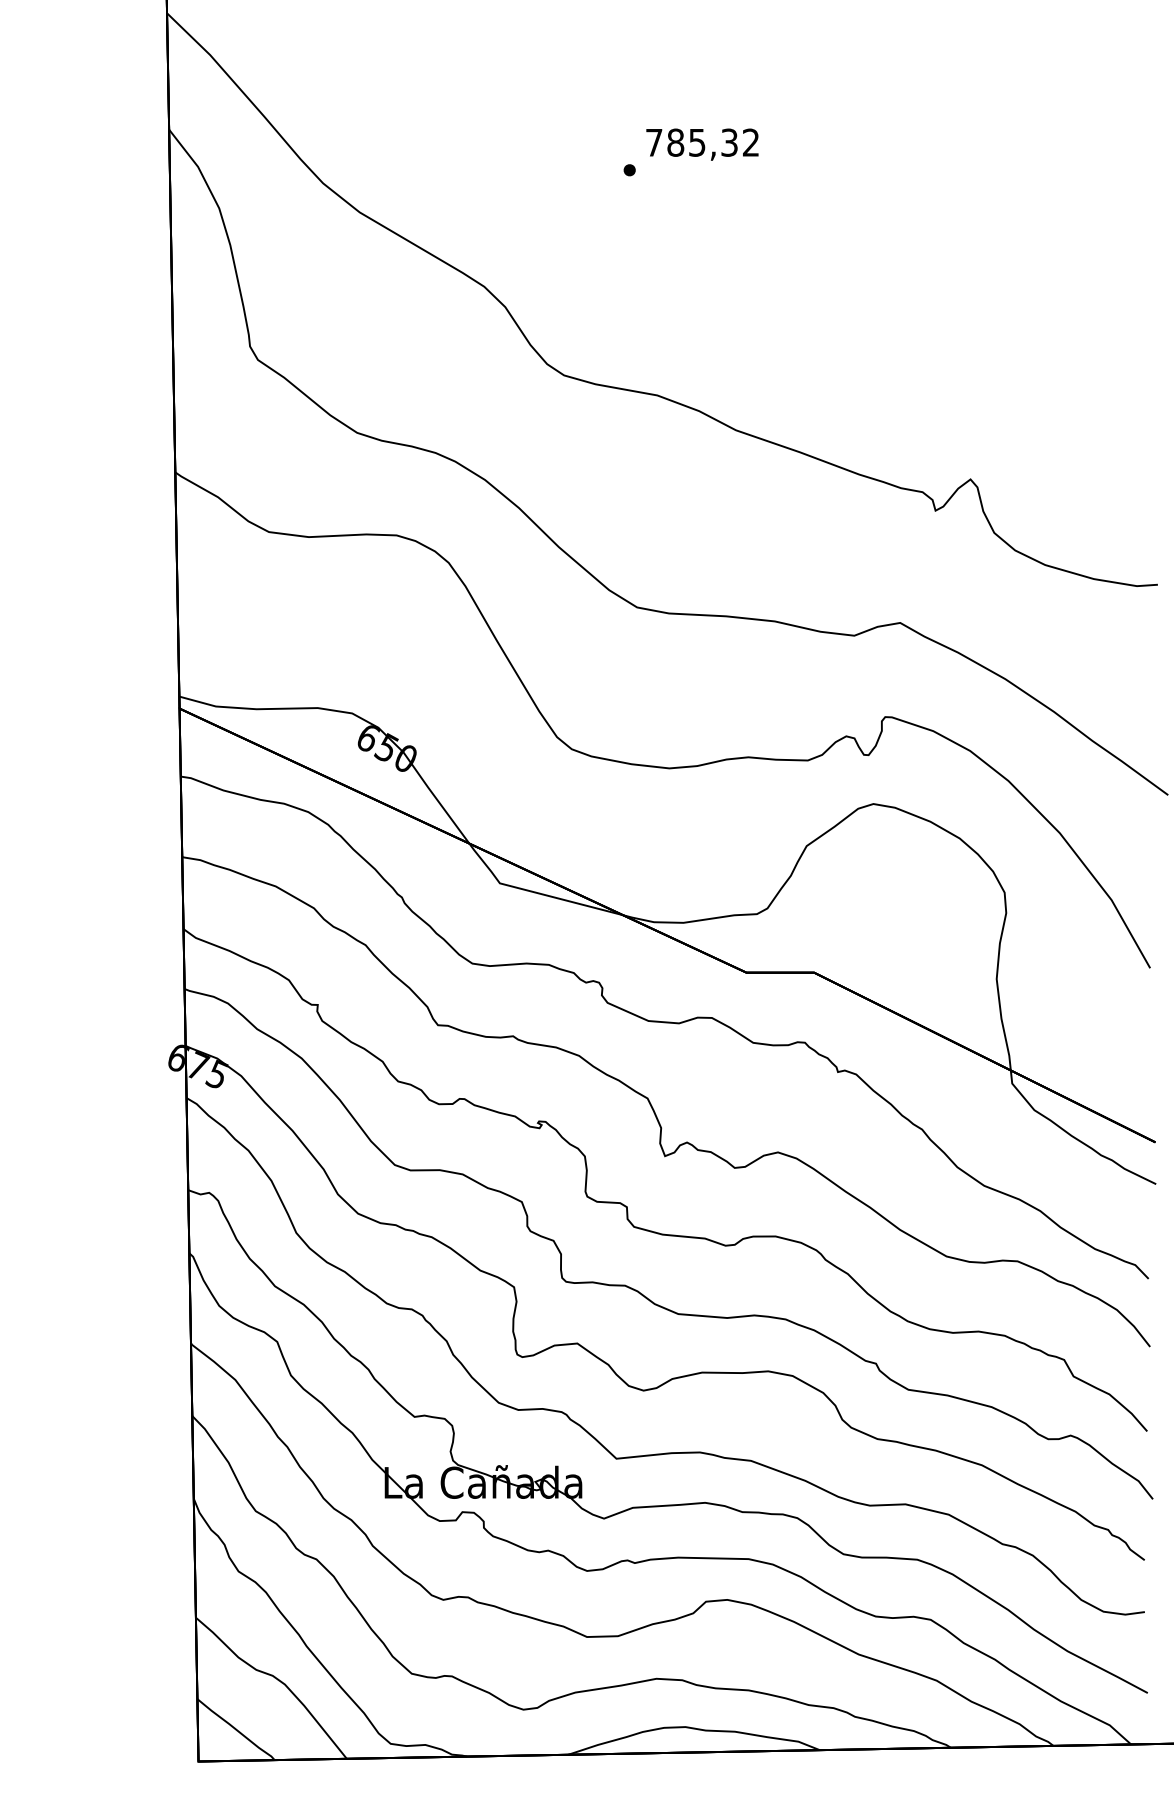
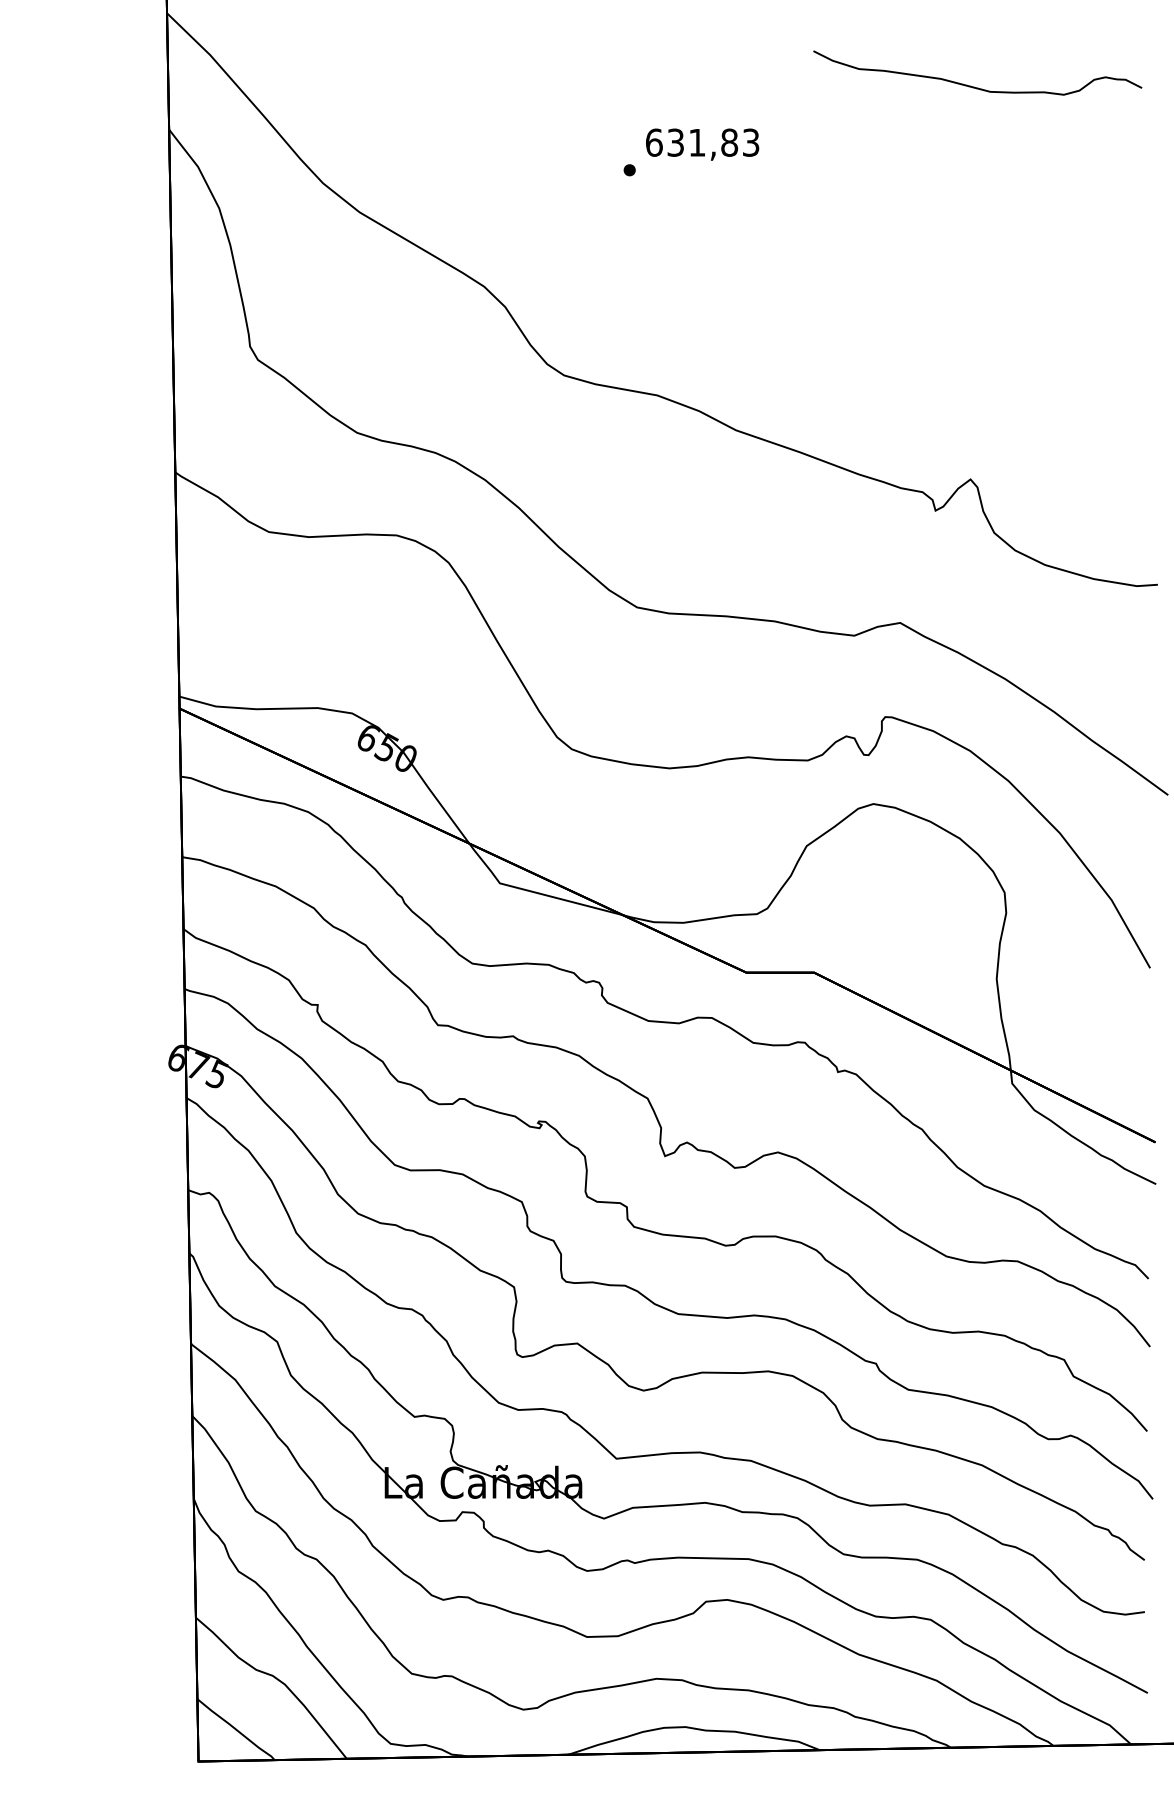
curve at (974, 86): none -> present
text at (702, 142): 785,32 -> 631,83
